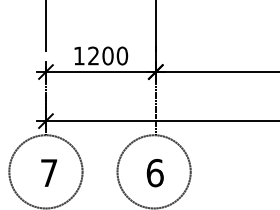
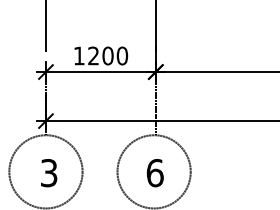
text at (49, 173): 7 -> 3
